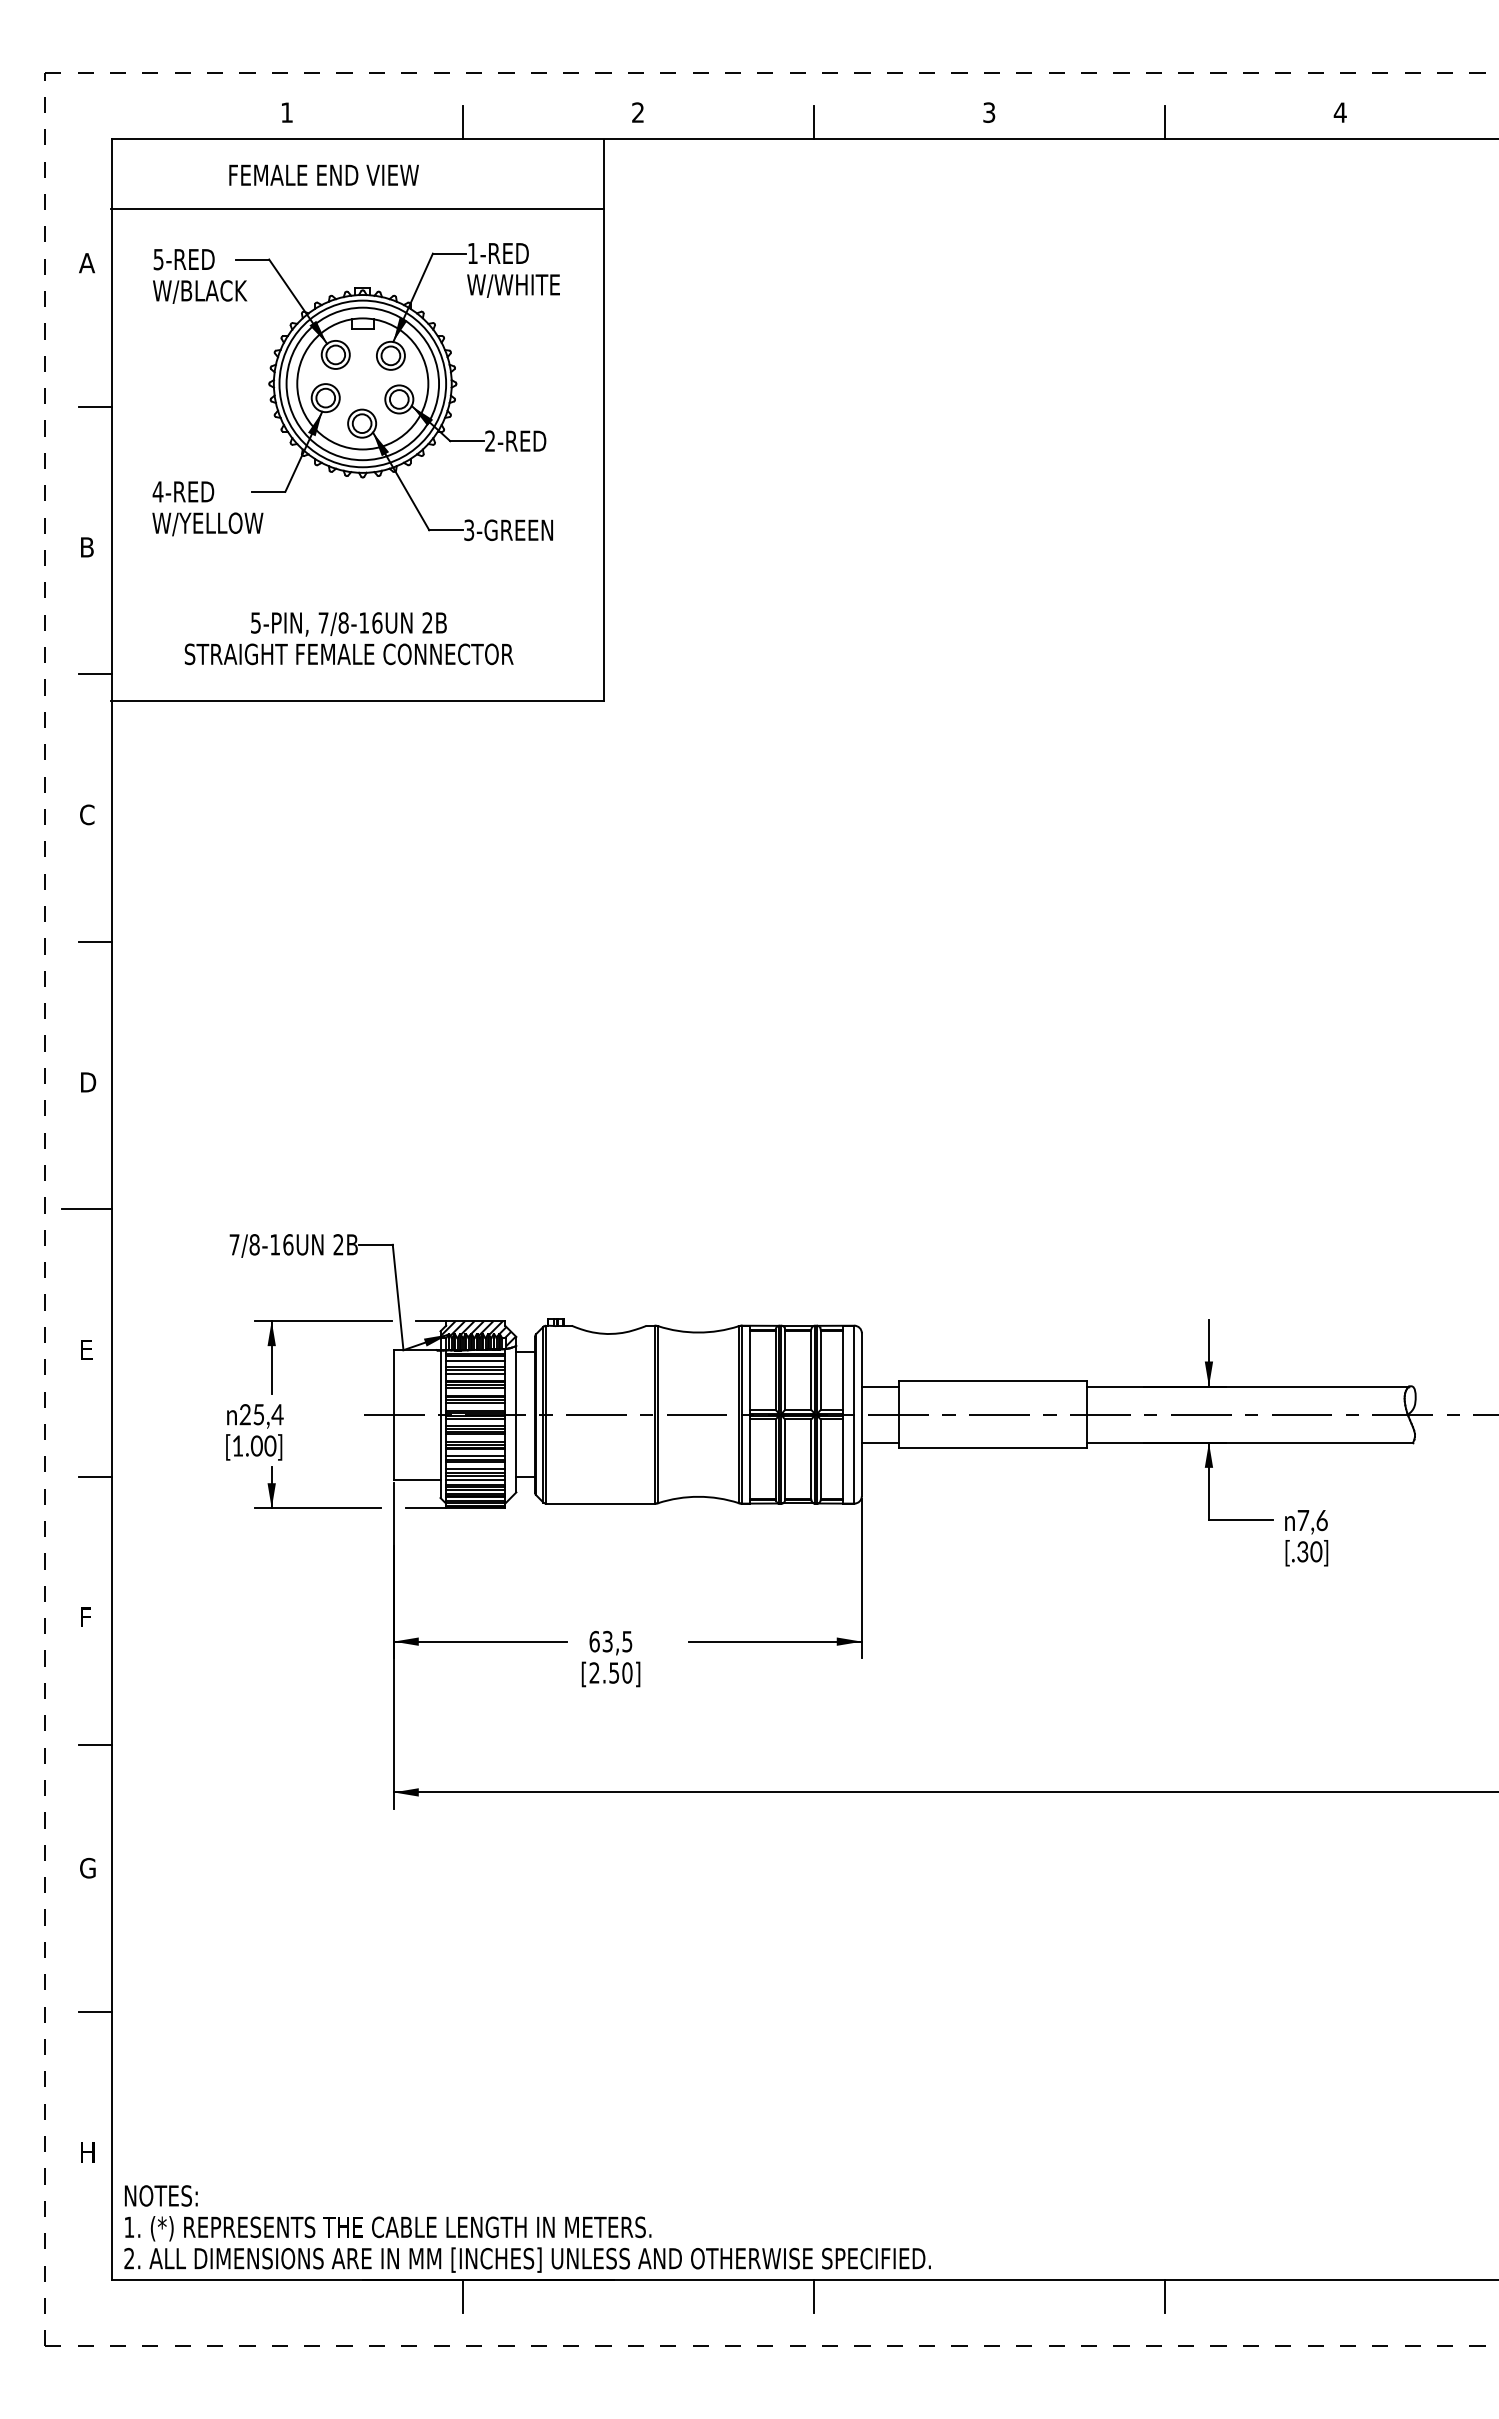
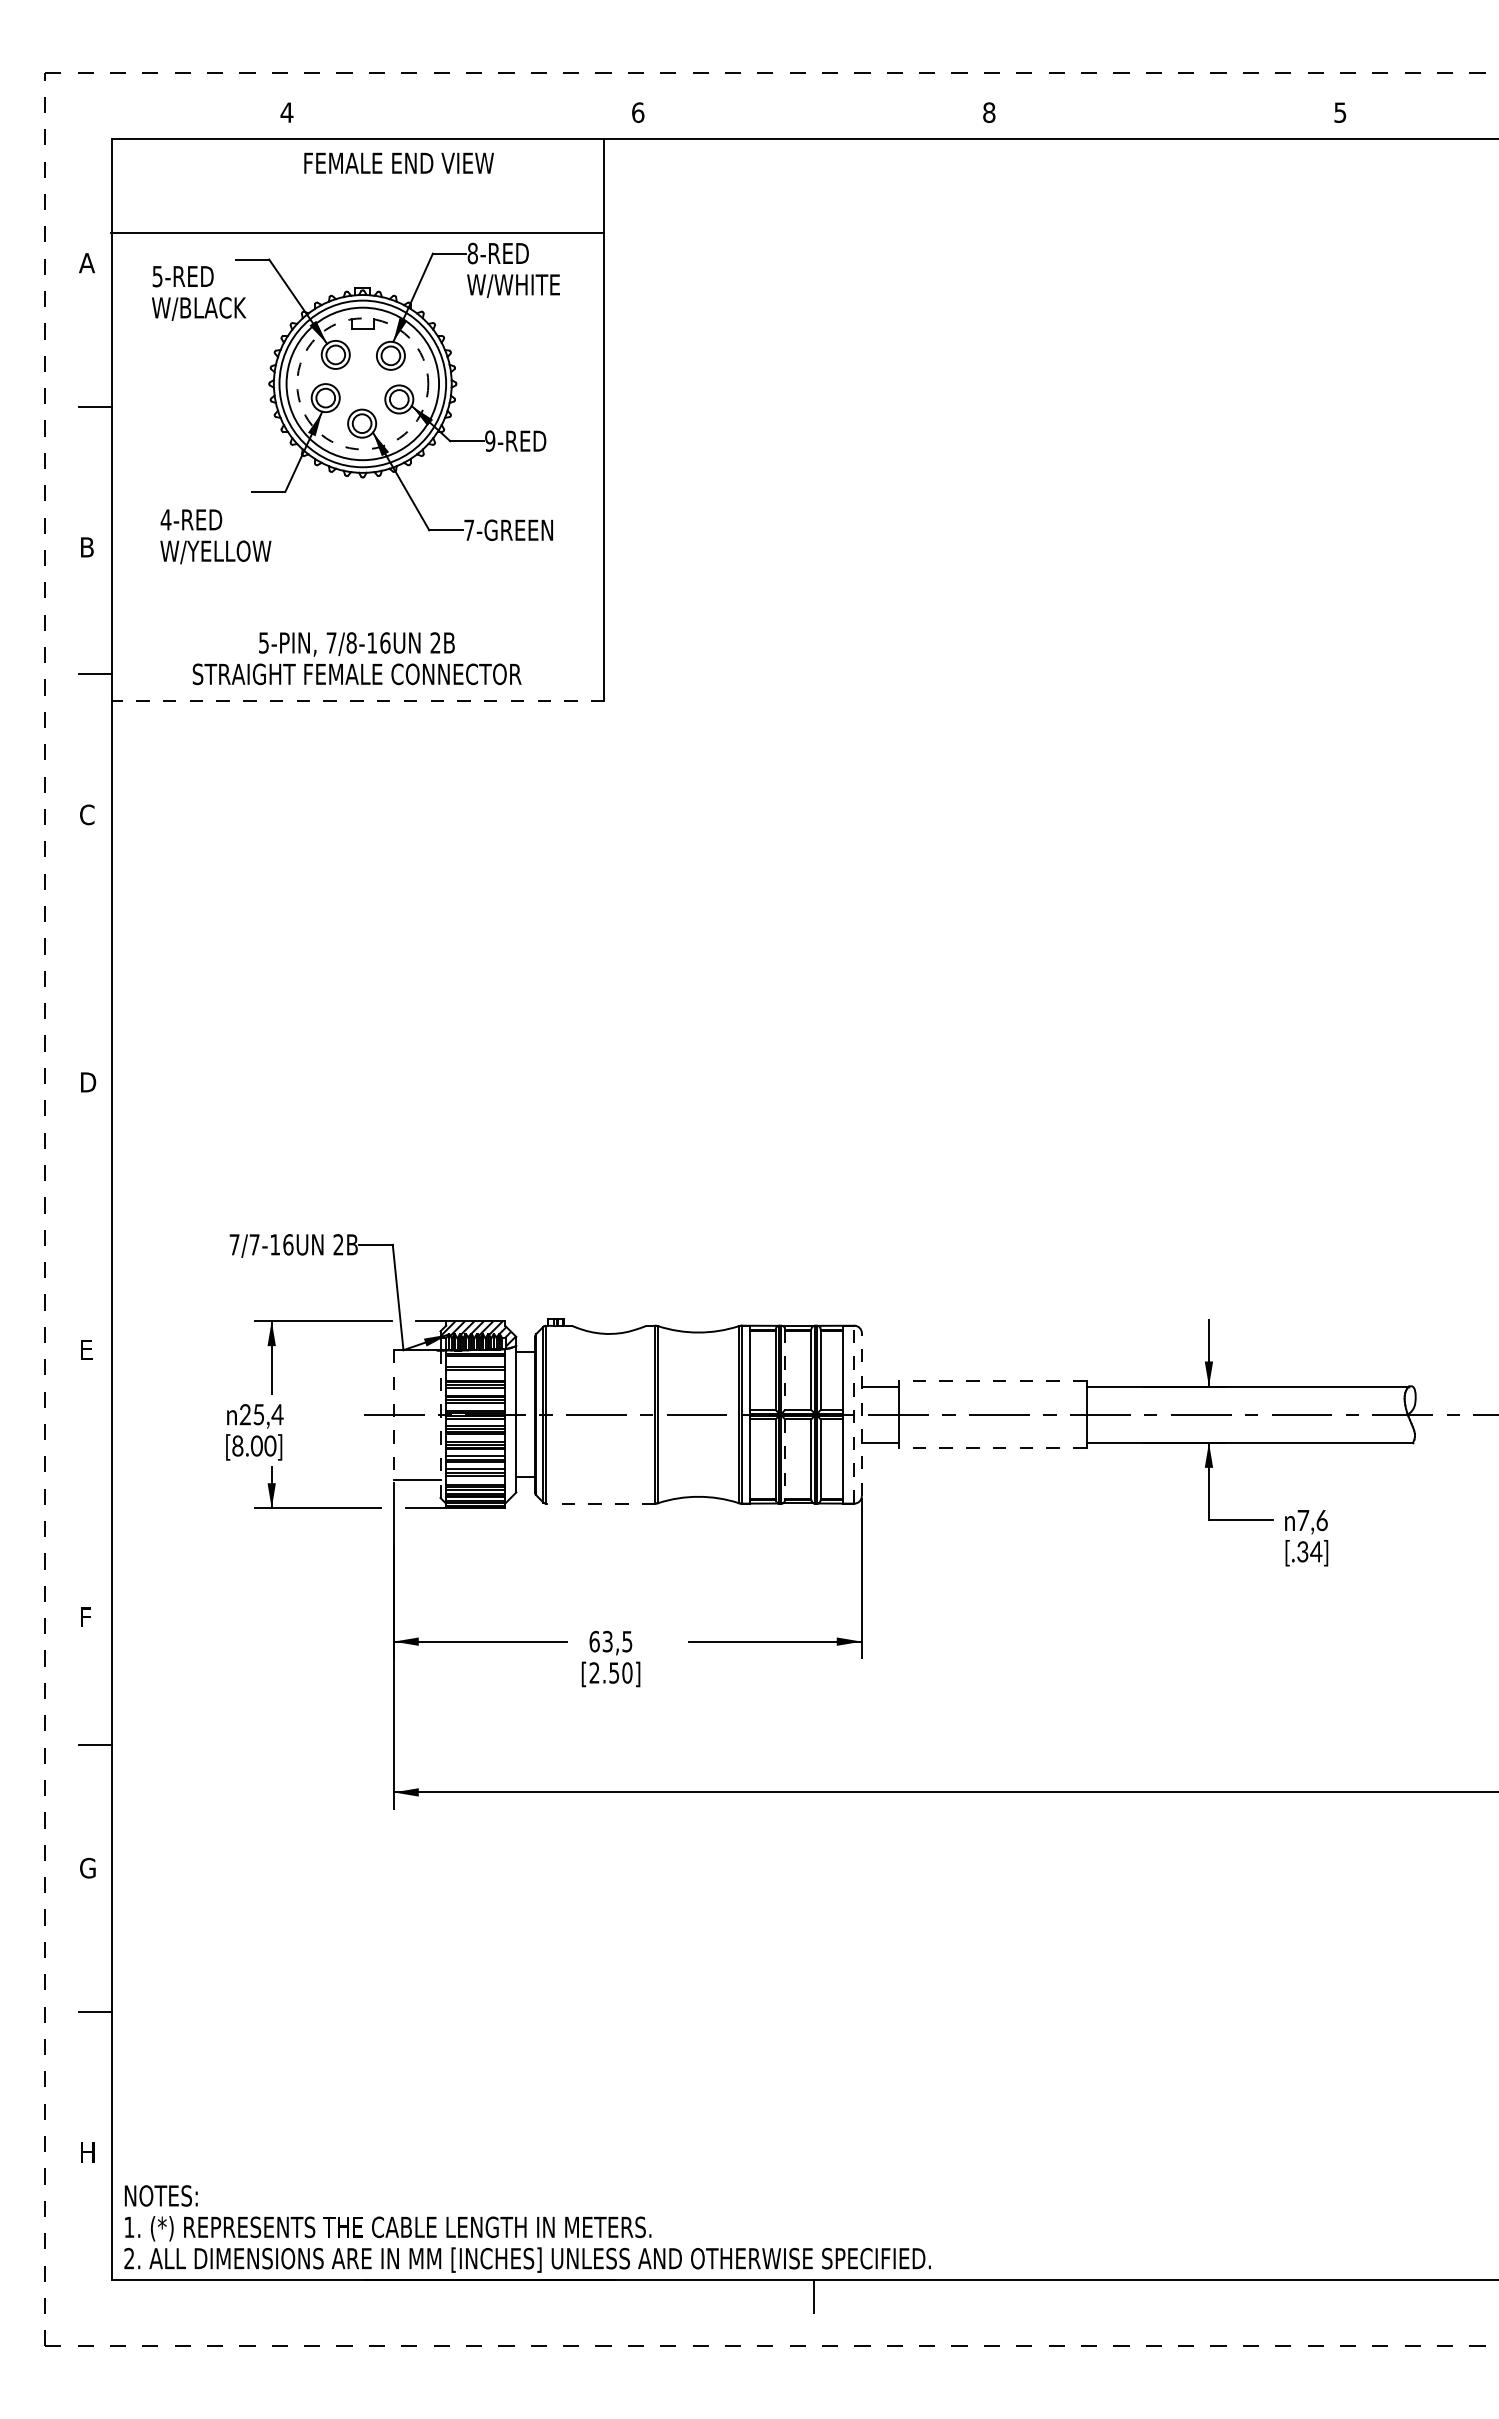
text at (286, 112): 1 -> 4
text at (638, 112): 2 -> 6
text at (989, 112): 3 -> 8
text at (1339, 112): 4 -> 5
line at (463, 122): present -> none
line at (814, 122): present -> none
line at (1165, 122): present -> none
text at (323, 174) position: (323, 174) -> (398, 162)
line at (357, 208) position: (357, 208) -> (357, 232)
text at (472, 253): 1-RED -> 8-RED
text at (200, 276) position: (200, 276) -> (199, 293)
circle at (362, 383): solid -> dashed
text at (490, 440): 2-RED -> 9-RED
text at (207, 508) position: (207, 508) -> (215, 536)
text at (469, 530): 3-GREEN -> 7-GREEN
text at (348, 638) position: (348, 638) -> (356, 658)
line at (357, 700): solid -> dashed
line at (95, 941): present -> none
line at (86, 1209): present -> none
text at (254, 1244): 7/8-16UN -> 7/7-16UN
line at (475, 1360): present -> none
line at (785, 1370): solid -> dashed
line at (475, 1373): present -> none
line at (992, 1380): solid -> dashed
line at (854, 1414): solid -> dashed
line at (861, 1414): solid -> dashed
line at (393, 1415): solid -> dashed
line at (440, 1424): solid -> dashed
text at (237, 1445): [1.00] -> [8.00]
line at (992, 1448): solid -> dashed
line at (785, 1460): solid -> dashed
line at (95, 1477): present -> none
line at (475, 1480): present -> none
line at (600, 1503): solid -> dashed
text at (1316, 1551): [.30] -> [.34]
line at (463, 2295): present -> none
line at (1165, 2295): present -> none
